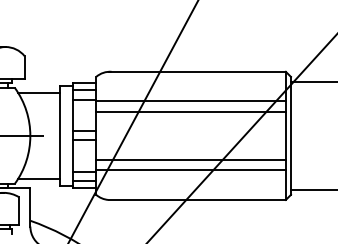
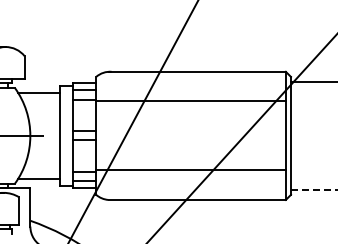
line at (190, 111): present -> none
line at (190, 160): present -> none
line at (314, 190): solid -> dashed
